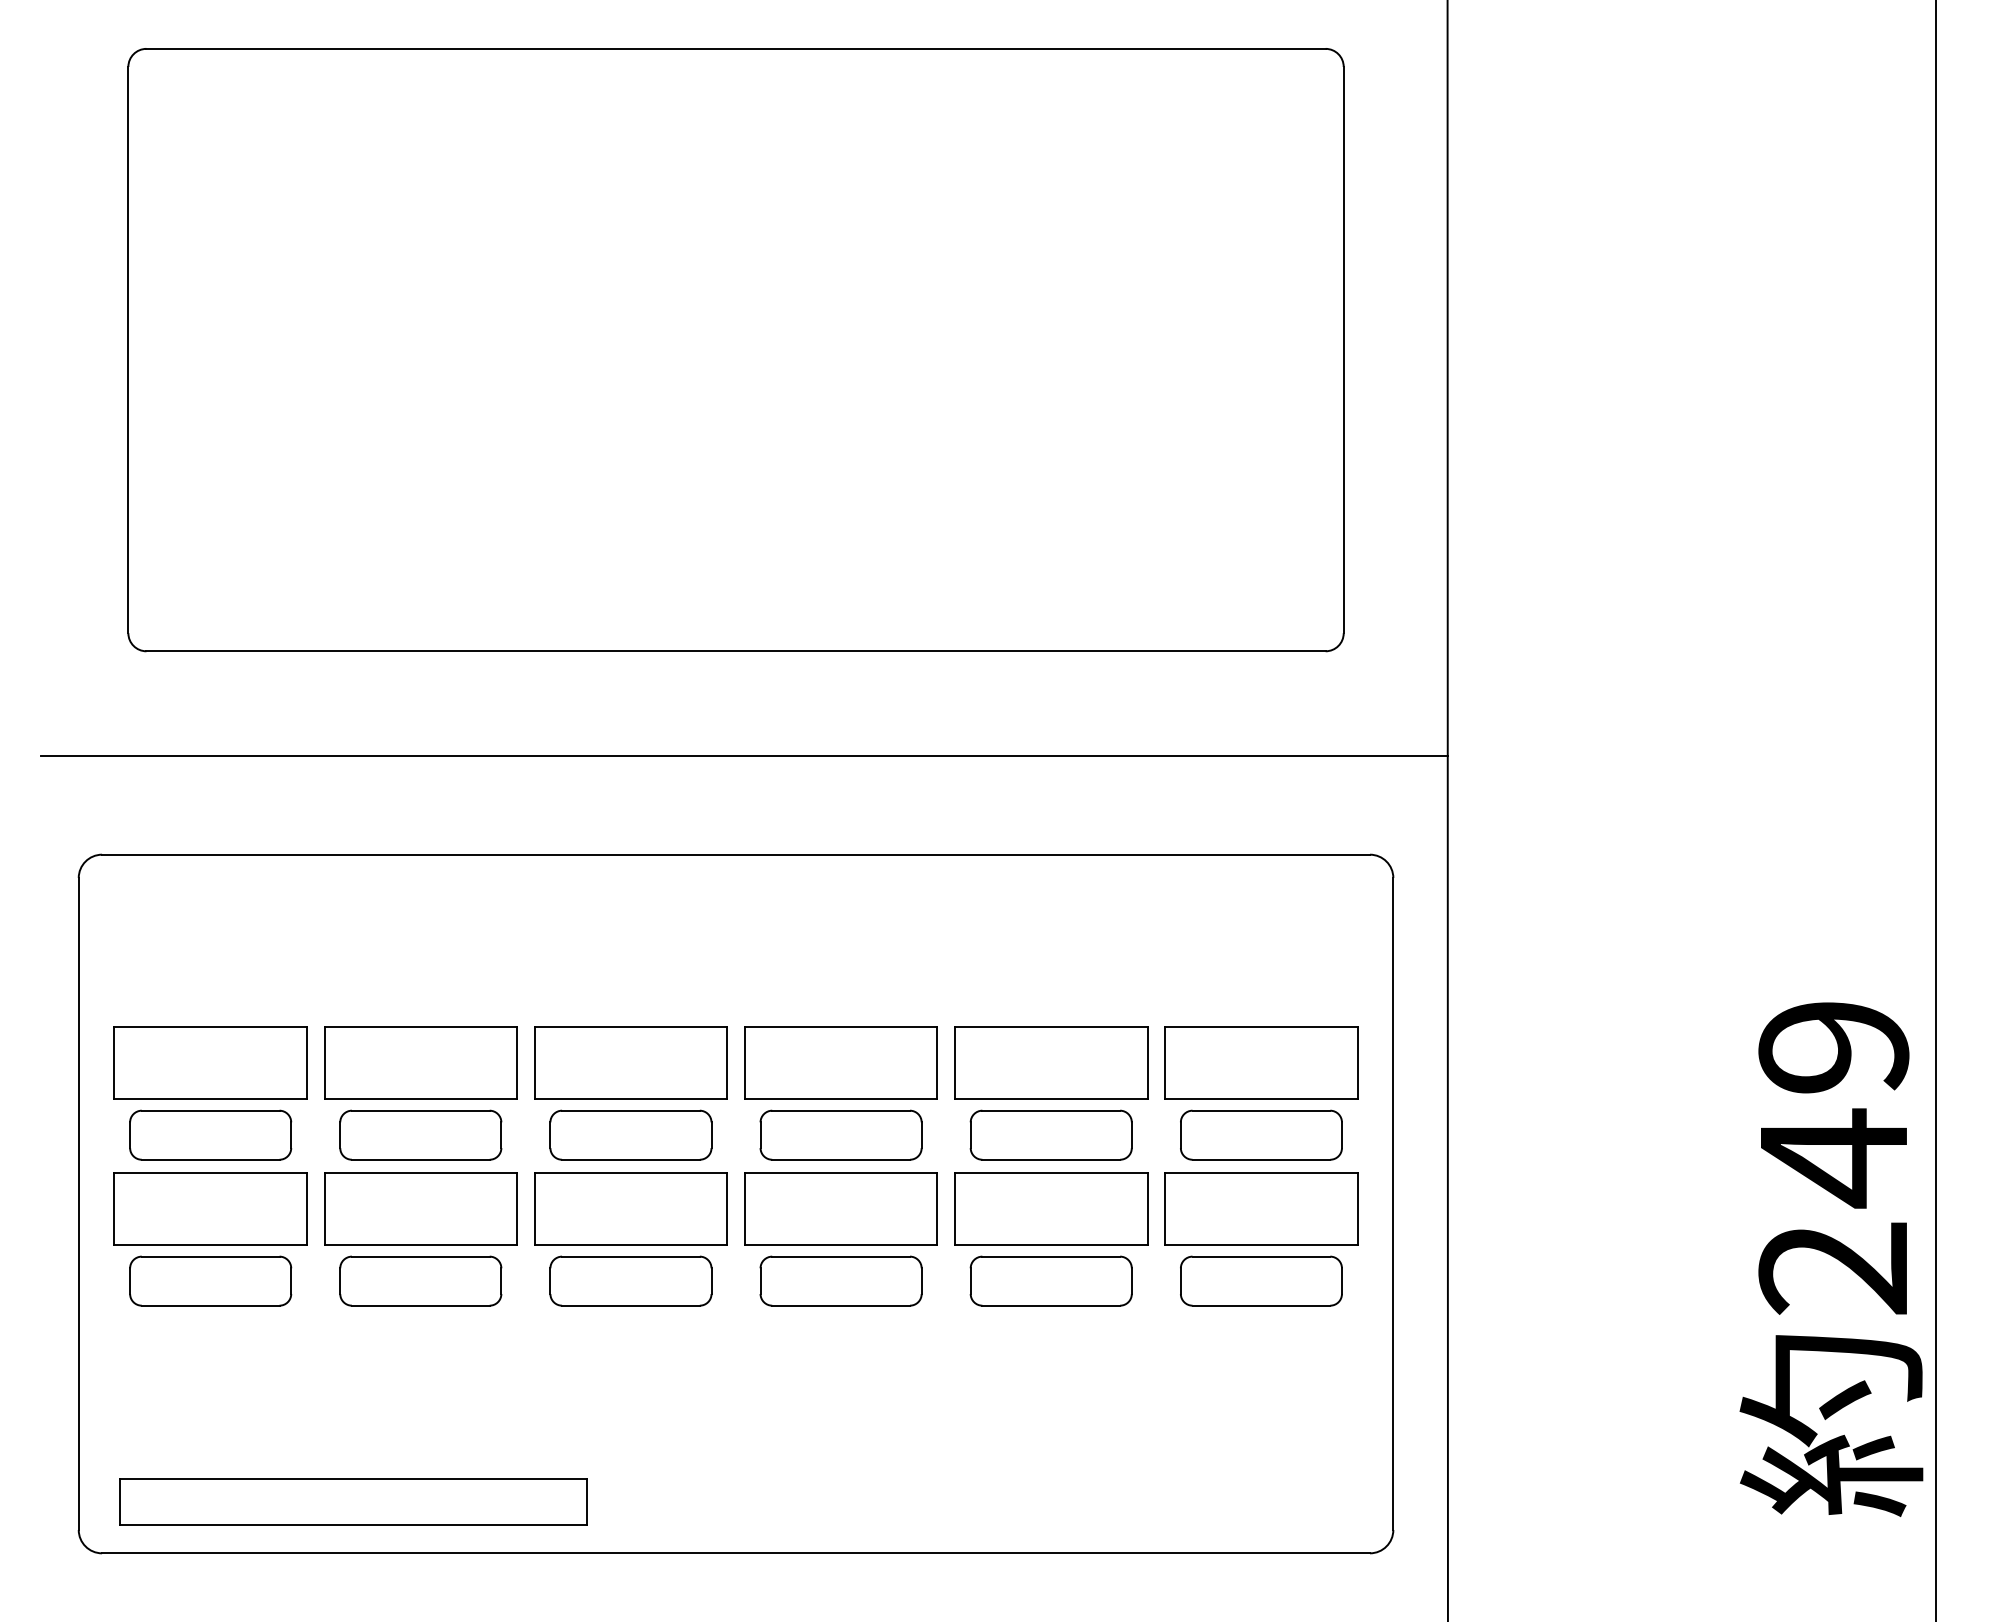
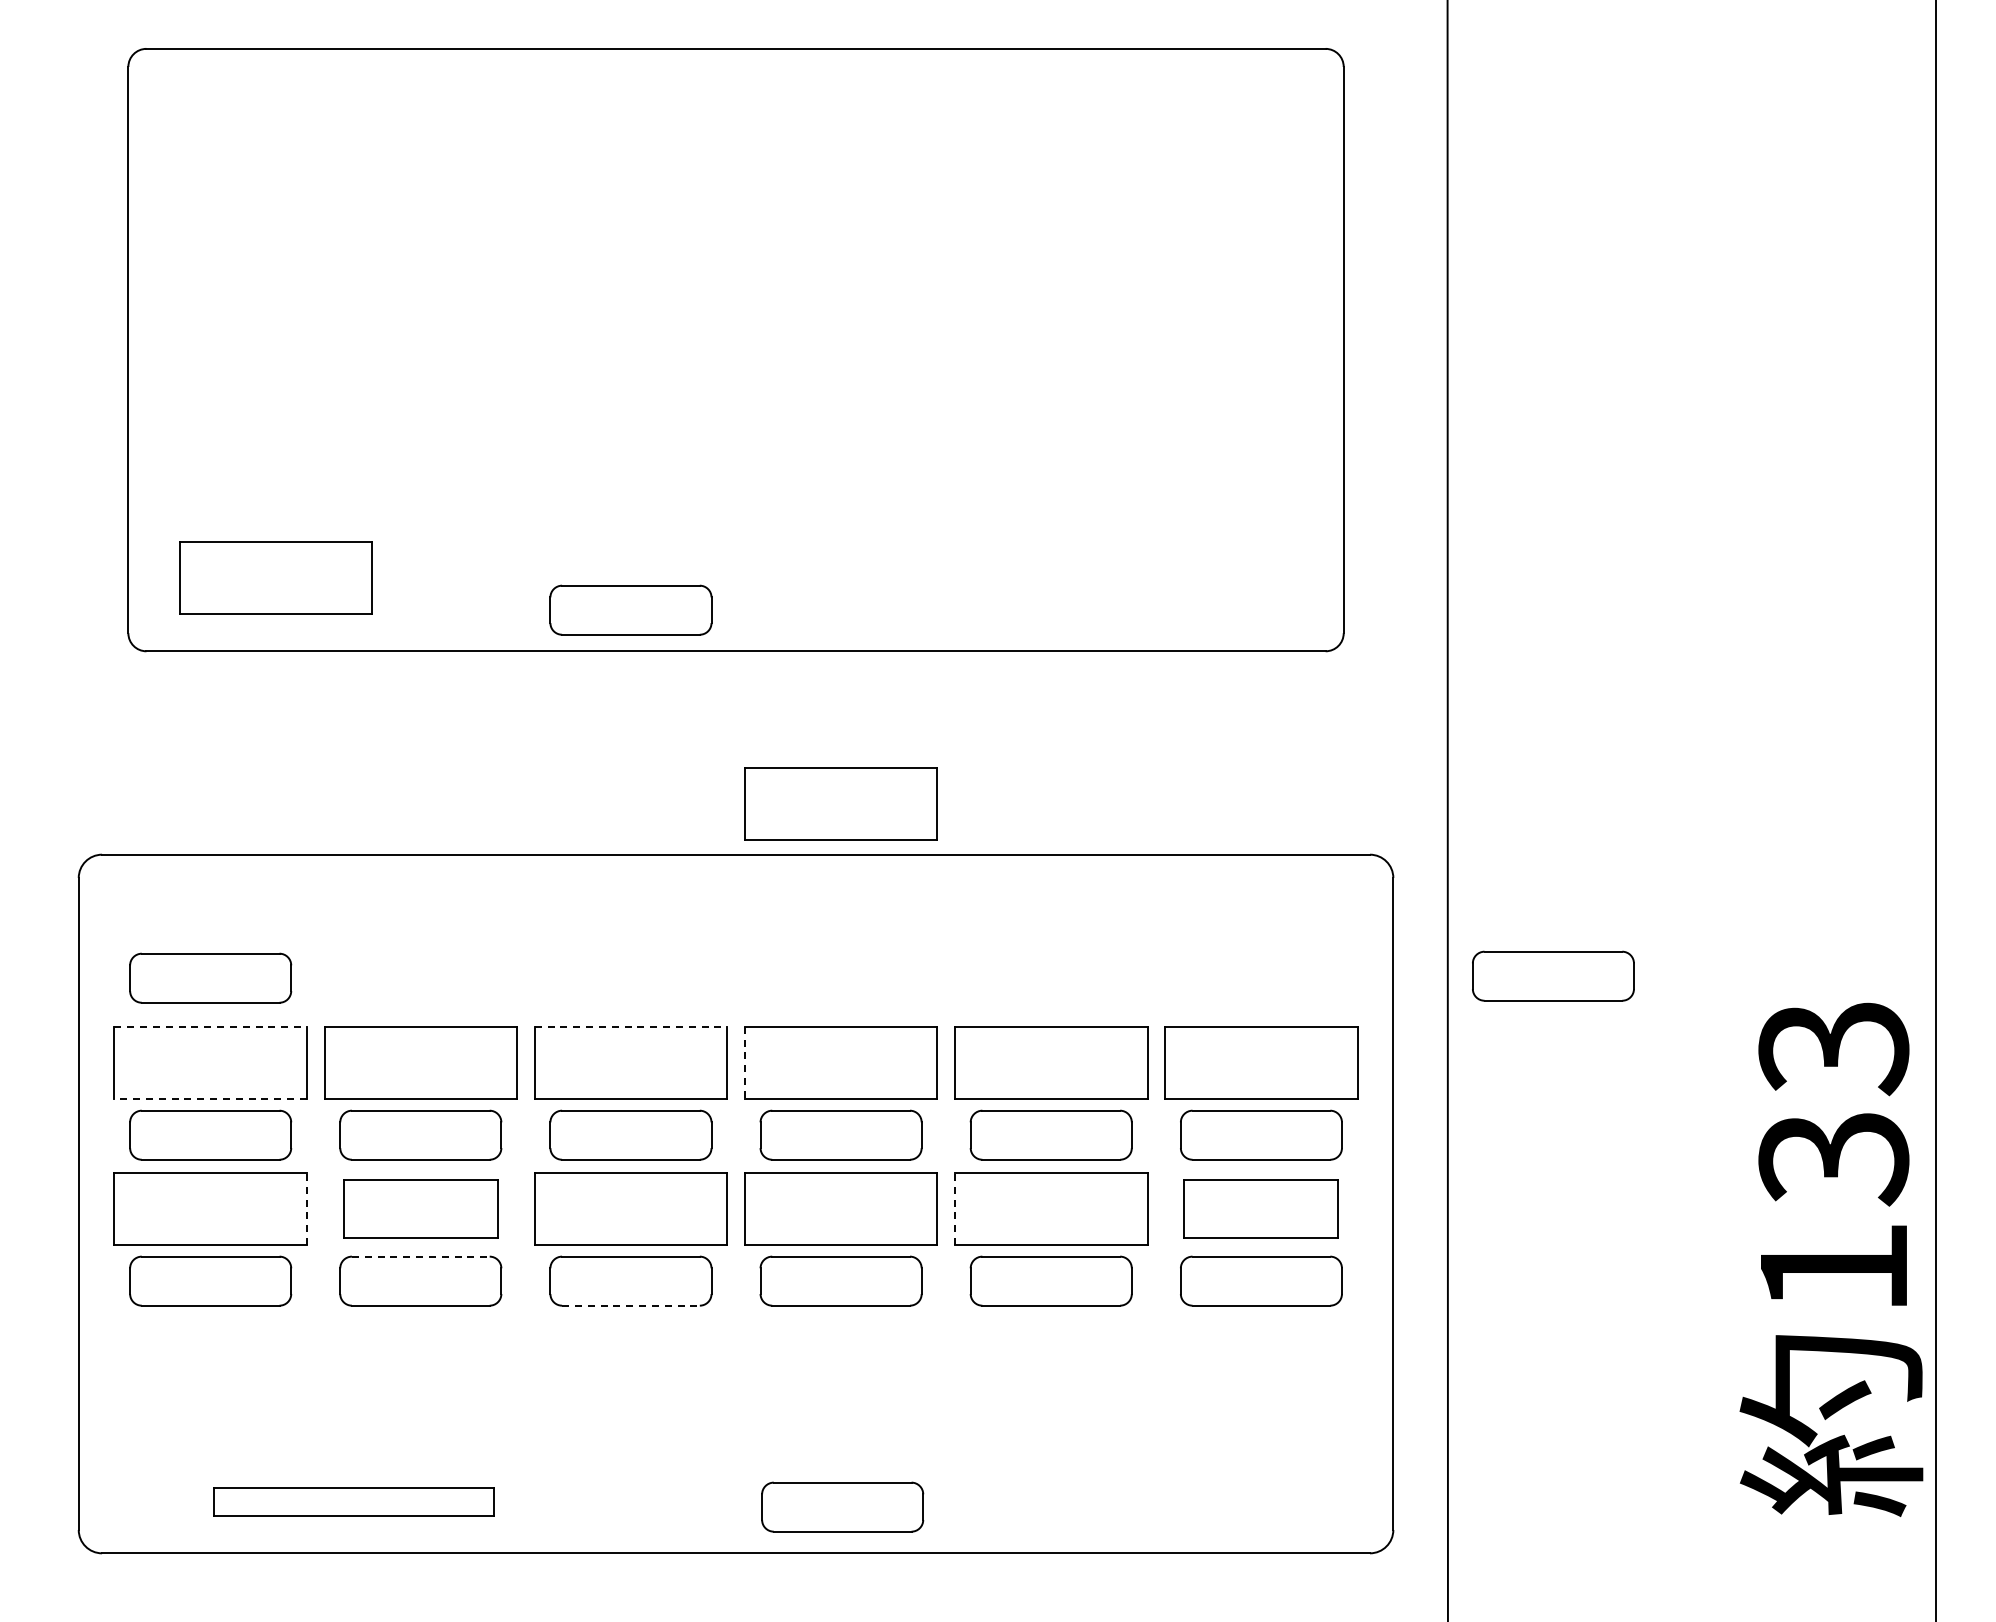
part at (275, 577): none -> present
part at (630, 609): none -> present
line at (744, 755): present -> none
part at (840, 803): none -> present
part at (1553, 975): none -> present
part at (210, 977): none -> present
line at (211, 1026): solid -> dashed
line at (631, 1026): solid -> dashed
line at (744, 1063): solid -> dashed
line at (210, 1099): solid -> dashed
text at (1833, 1158): 249 -> 133
line at (307, 1208): solid -> dashed
part at (420, 1208) size: 194x74 px -> 156x60 px
line at (954, 1208): solid -> dashed
part at (1261, 1208) size: 195x74 px -> 156x60 px
line at (420, 1256): solid -> dashed
line at (630, 1305): solid -> dashed
part at (353, 1501) size: 469x48 px -> 282x30 px
part at (842, 1506): none -> present
